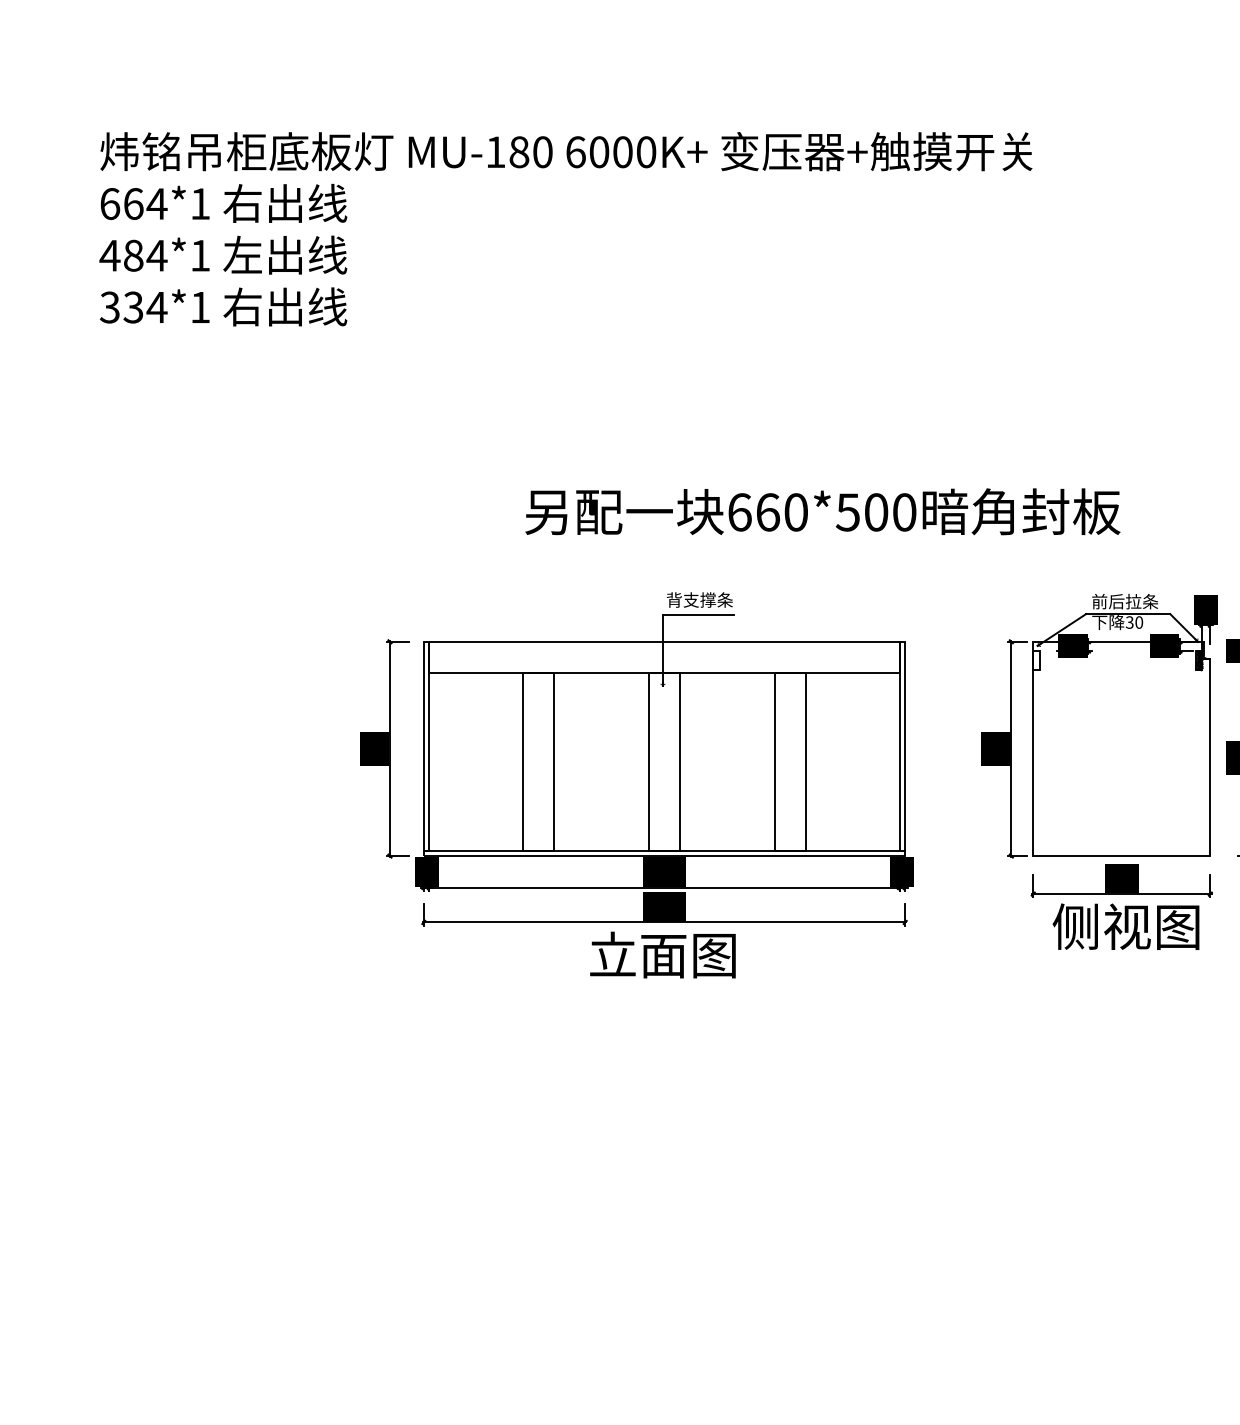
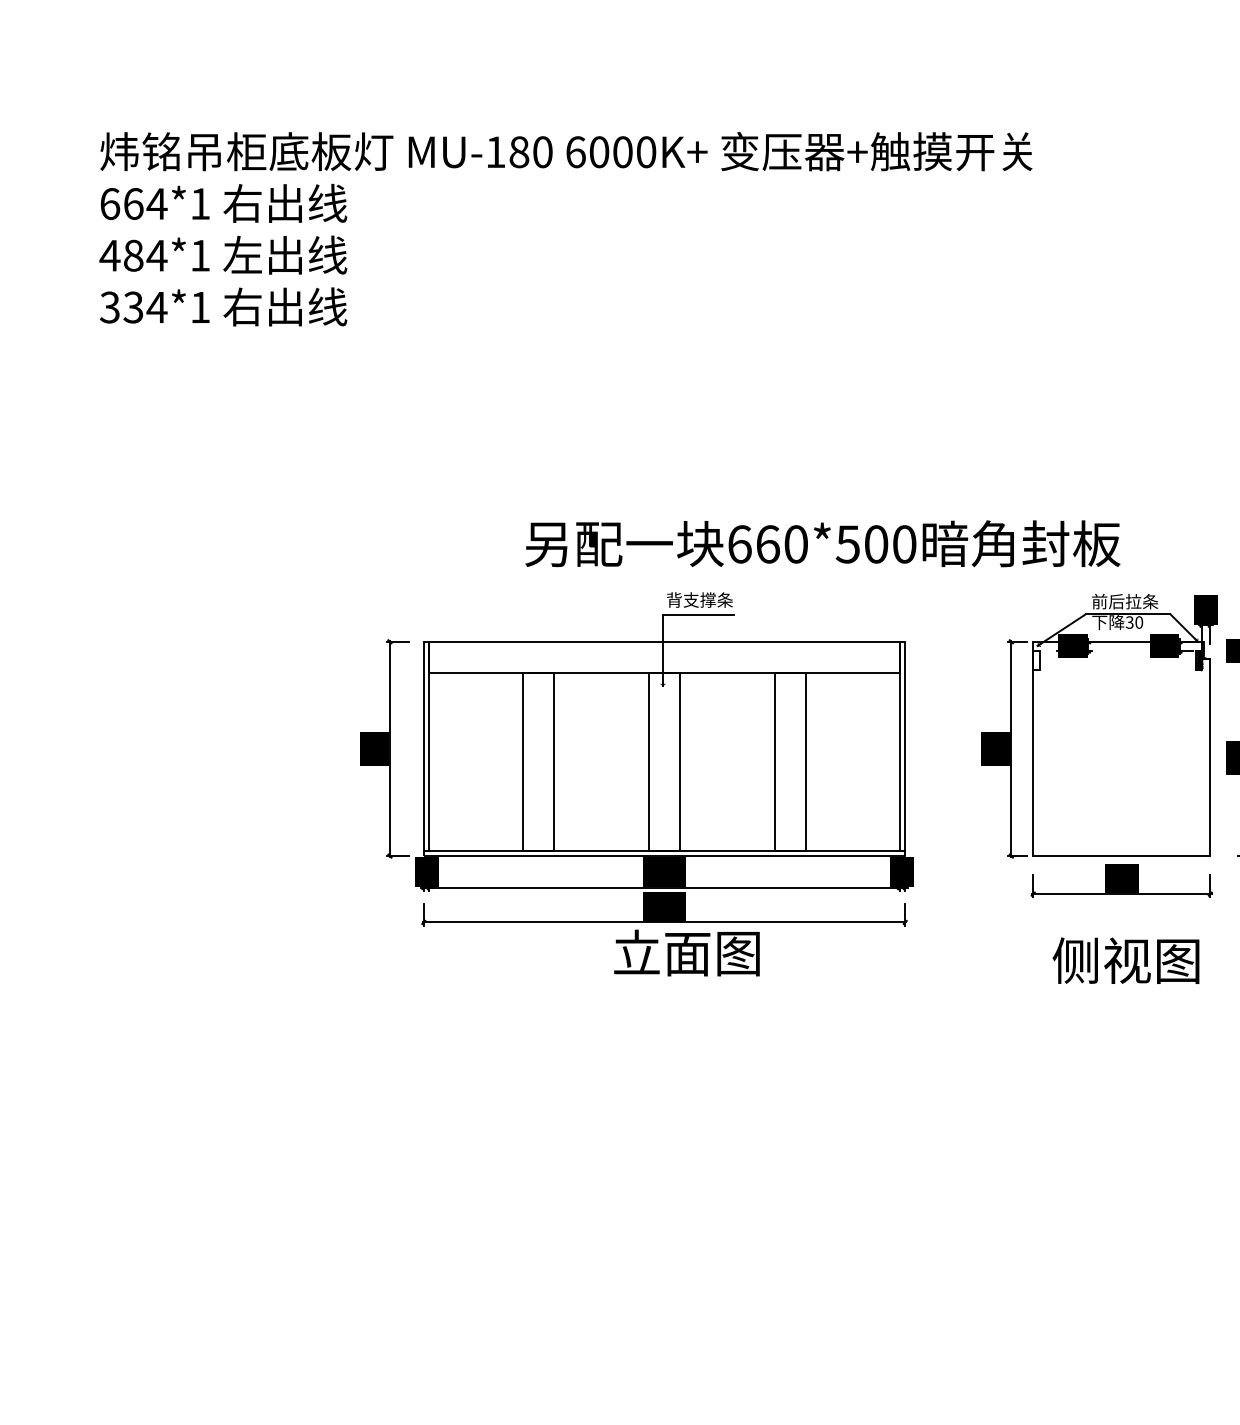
text at (822, 511) position: (822, 511) -> (822, 543)
text at (1125, 926) position: (1125, 926) -> (1125, 960)
text at (662, 954) position: (662, 954) -> (686, 952)
